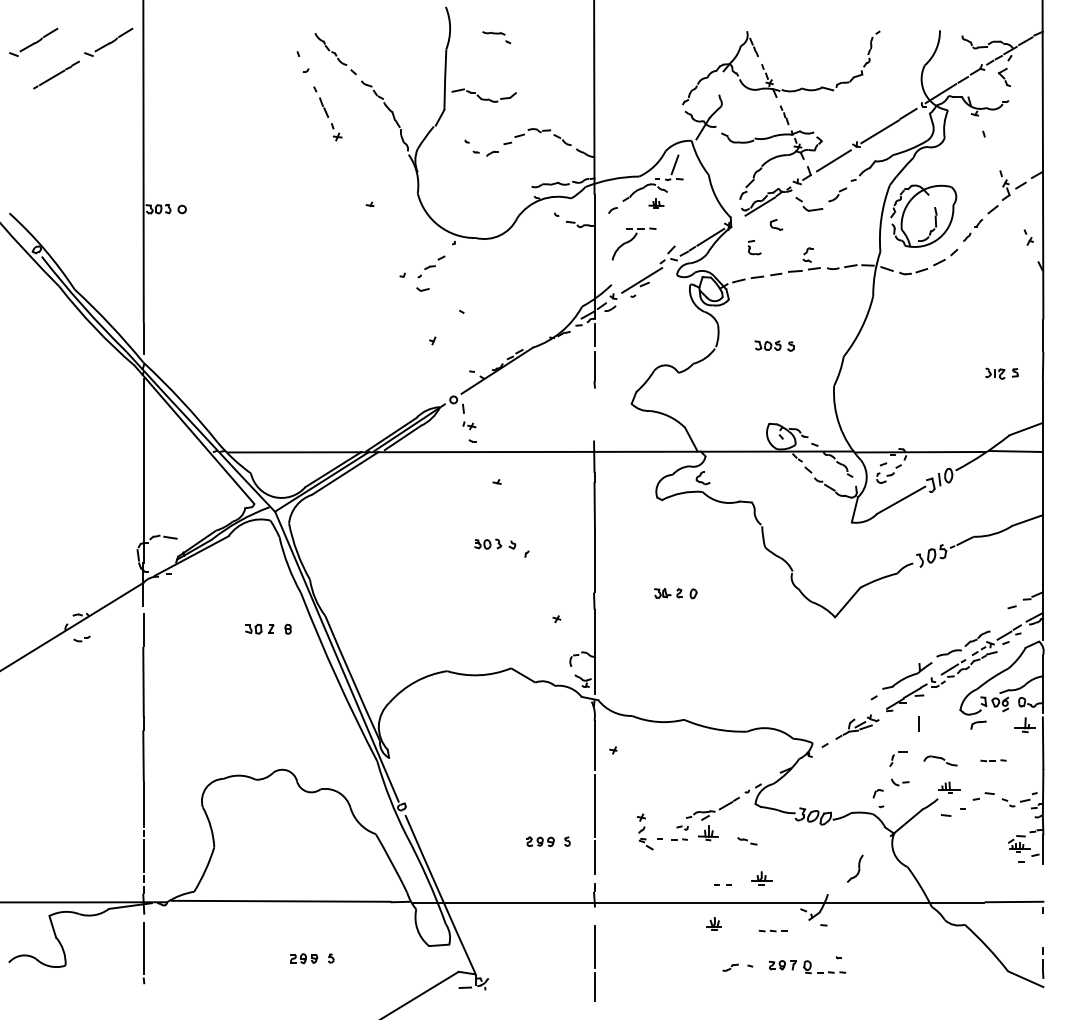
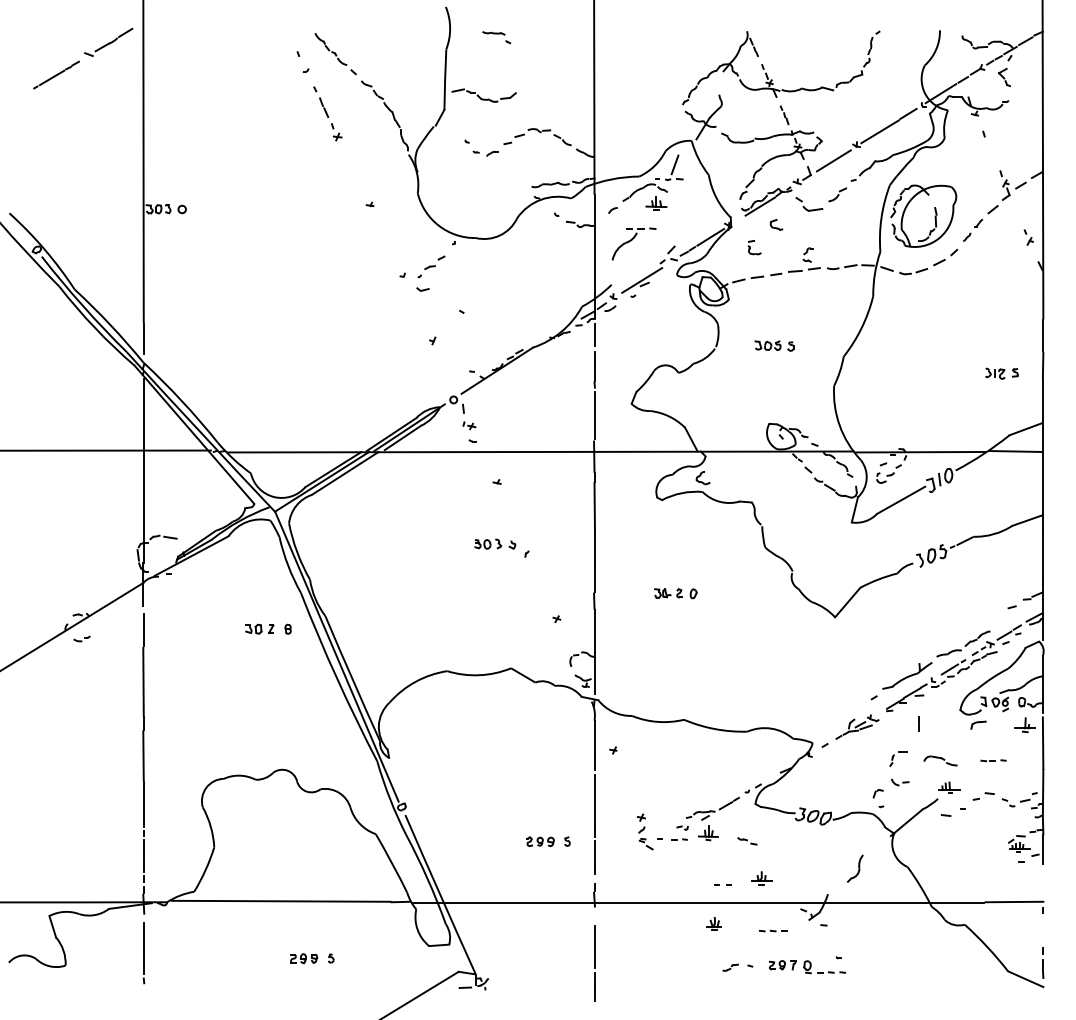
part at (33, 41): present -> none
part at (656, 203) size: 17x11 px -> 23x15 px
line at (594, 414): none -> present
line at (106, 450): none -> present
